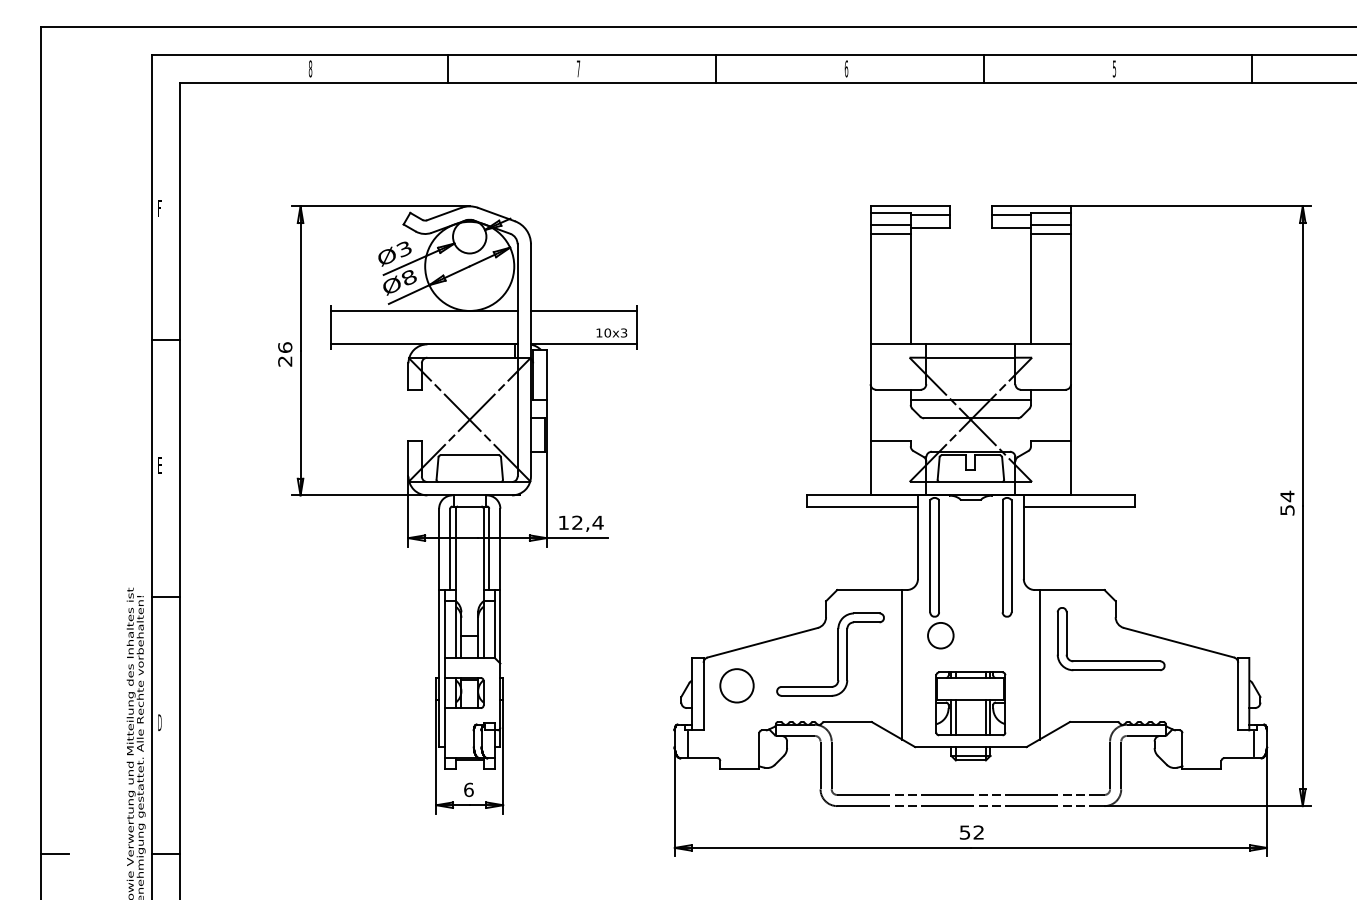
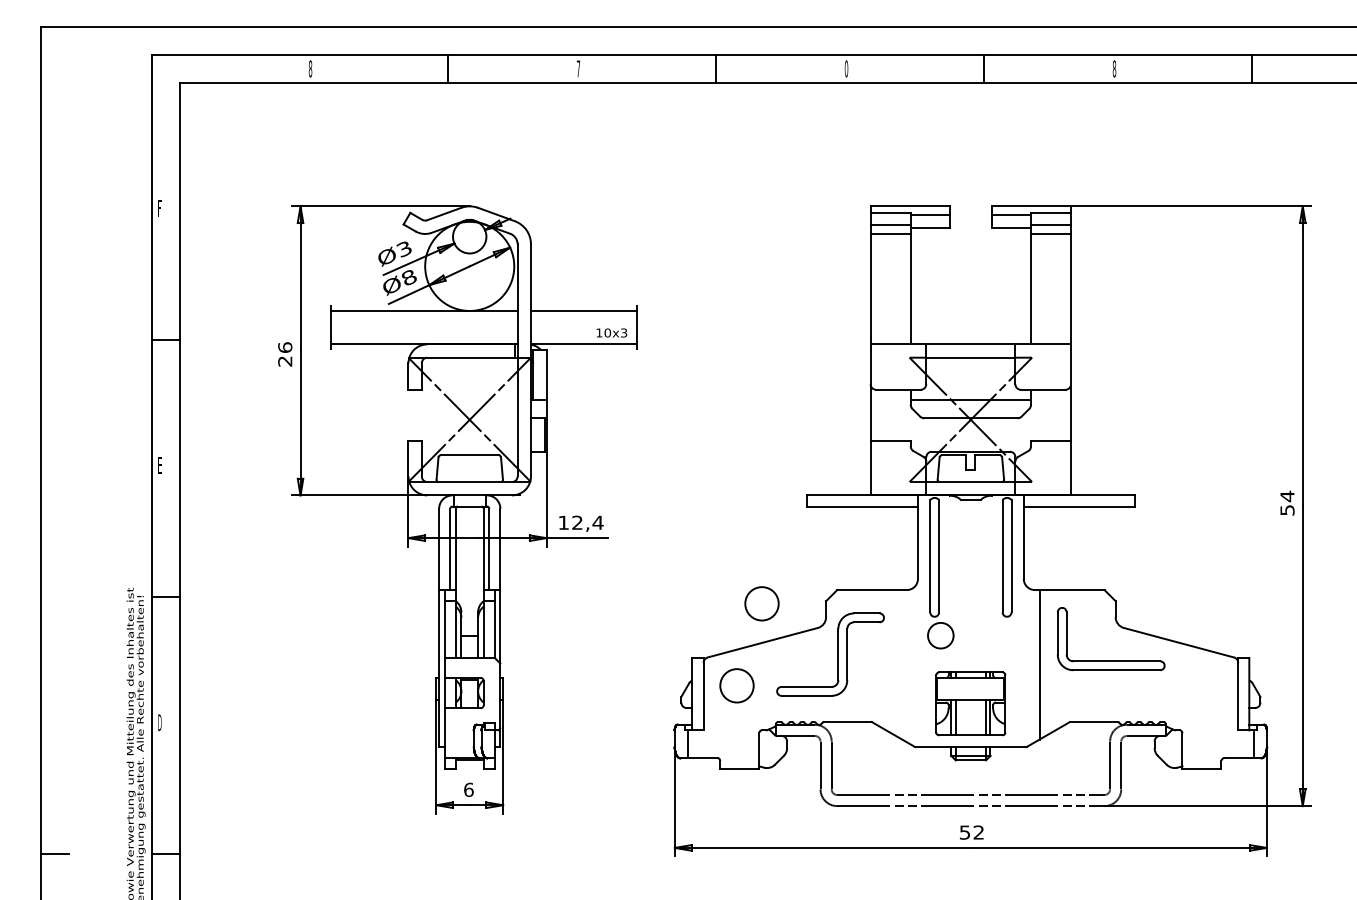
text at (846, 68): 6 -> 0
text at (1114, 68): 5 -> 8
circle at (761, 603): none -> present
line at (902, 664): present -> none
